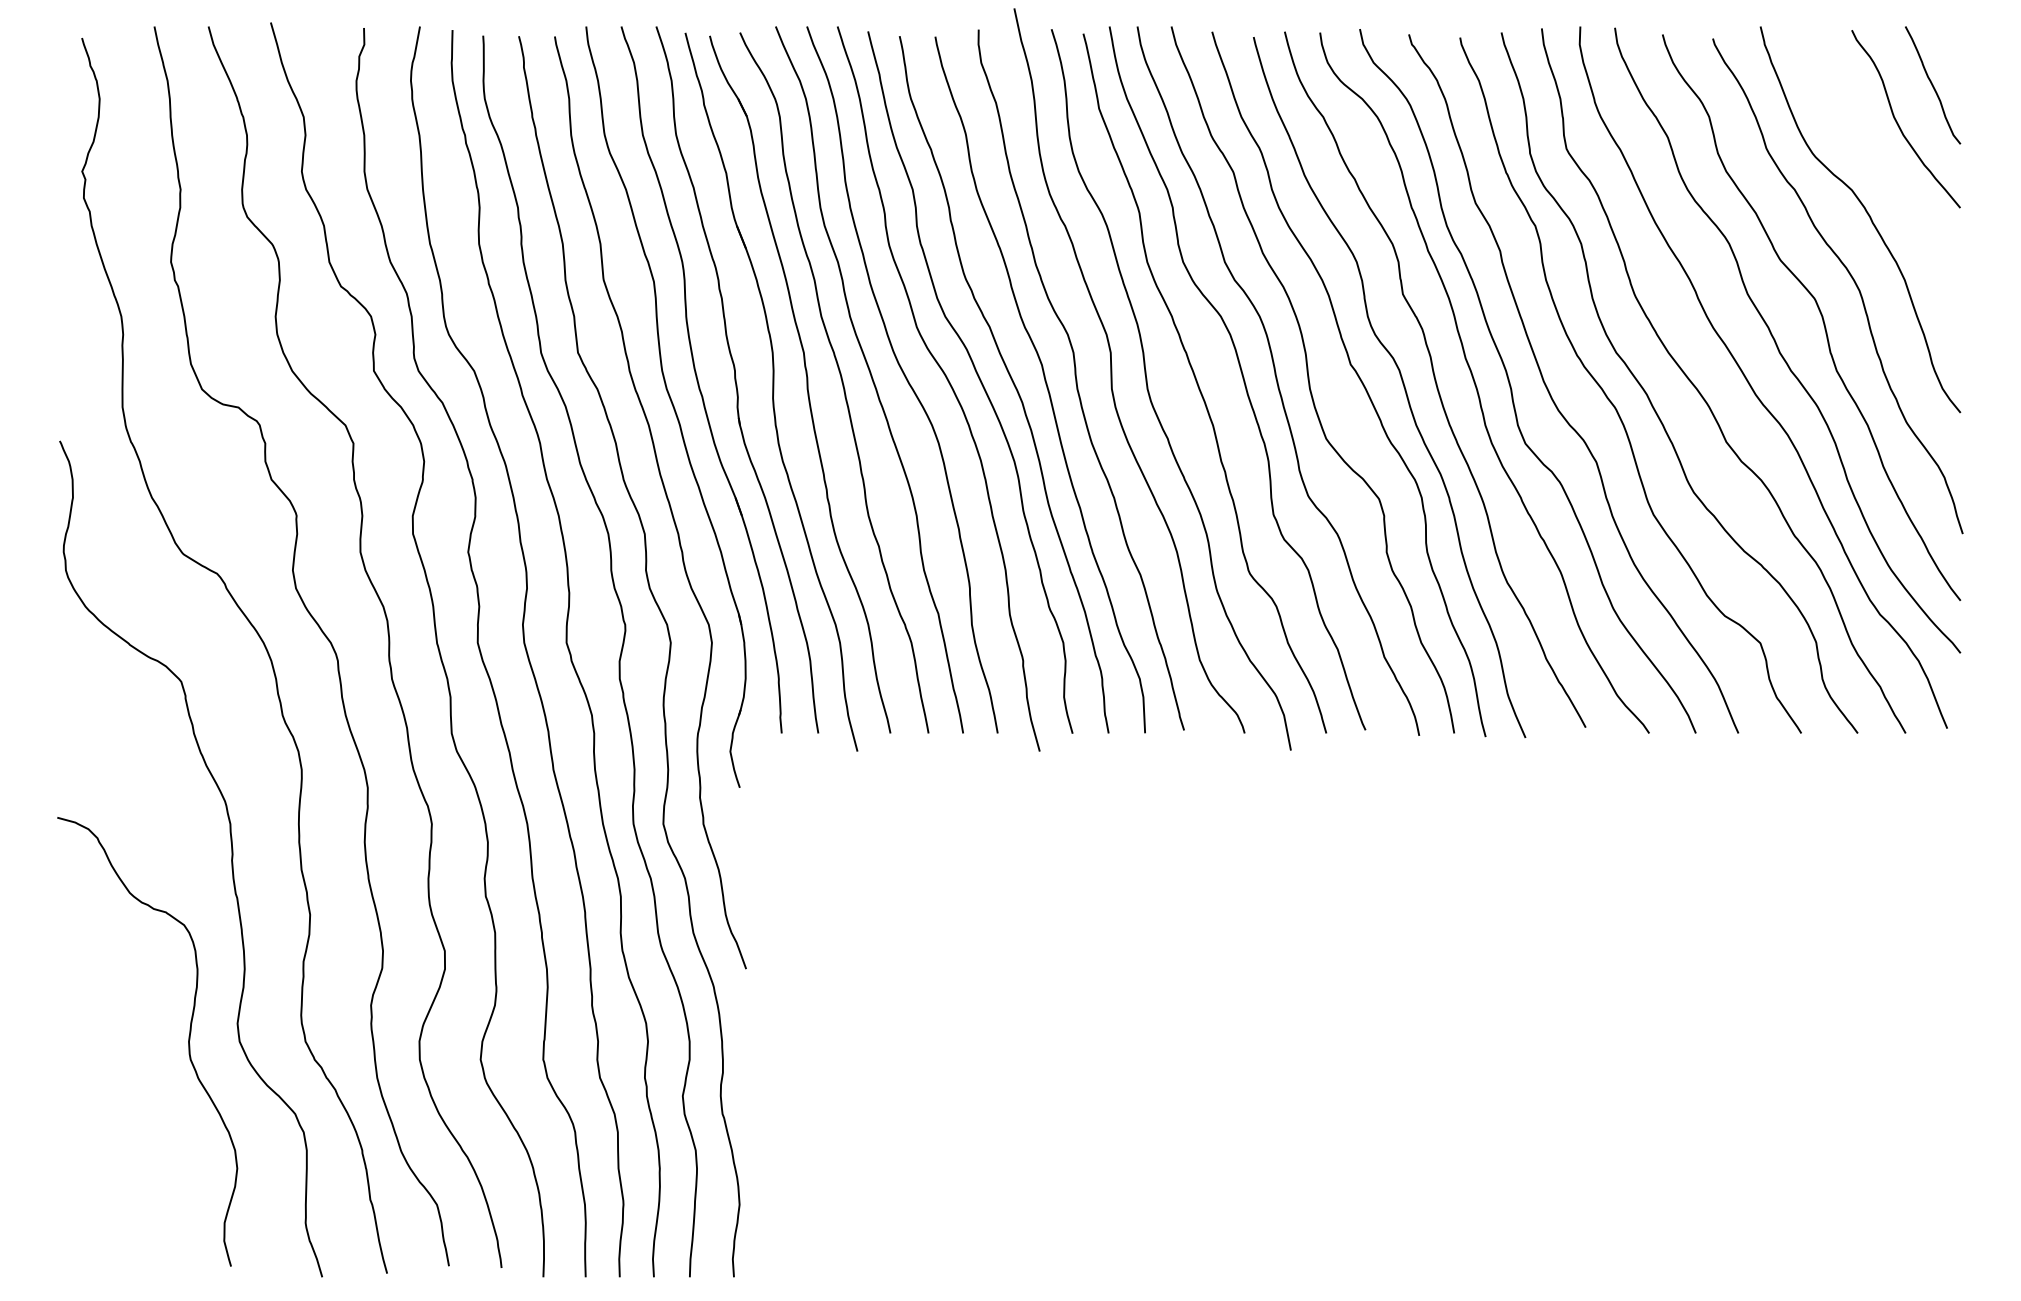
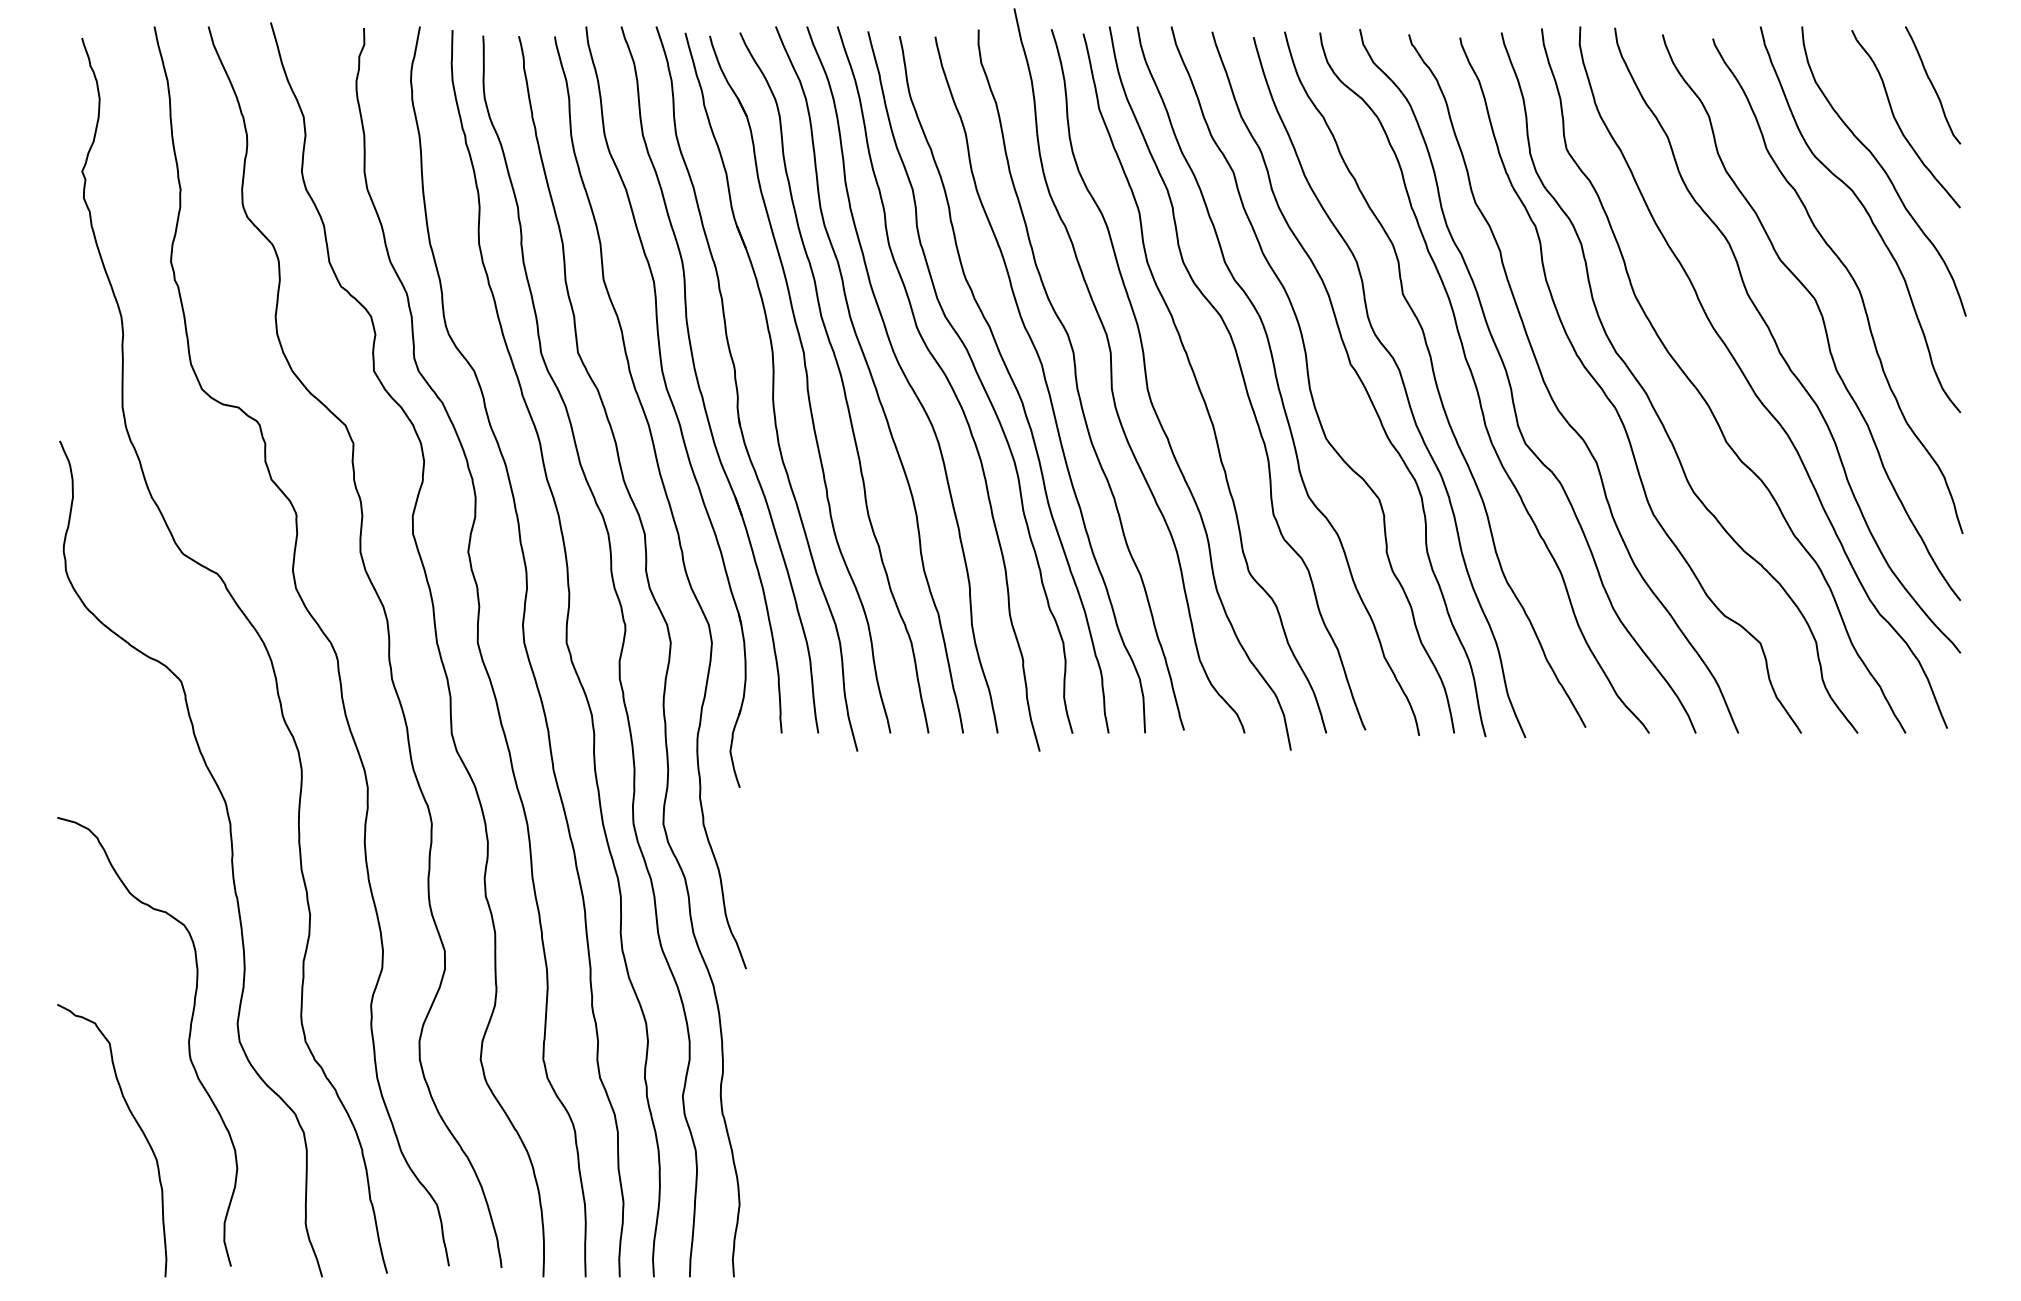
curve at (1883, 171): none -> present
curve at (137, 1125): none -> present
